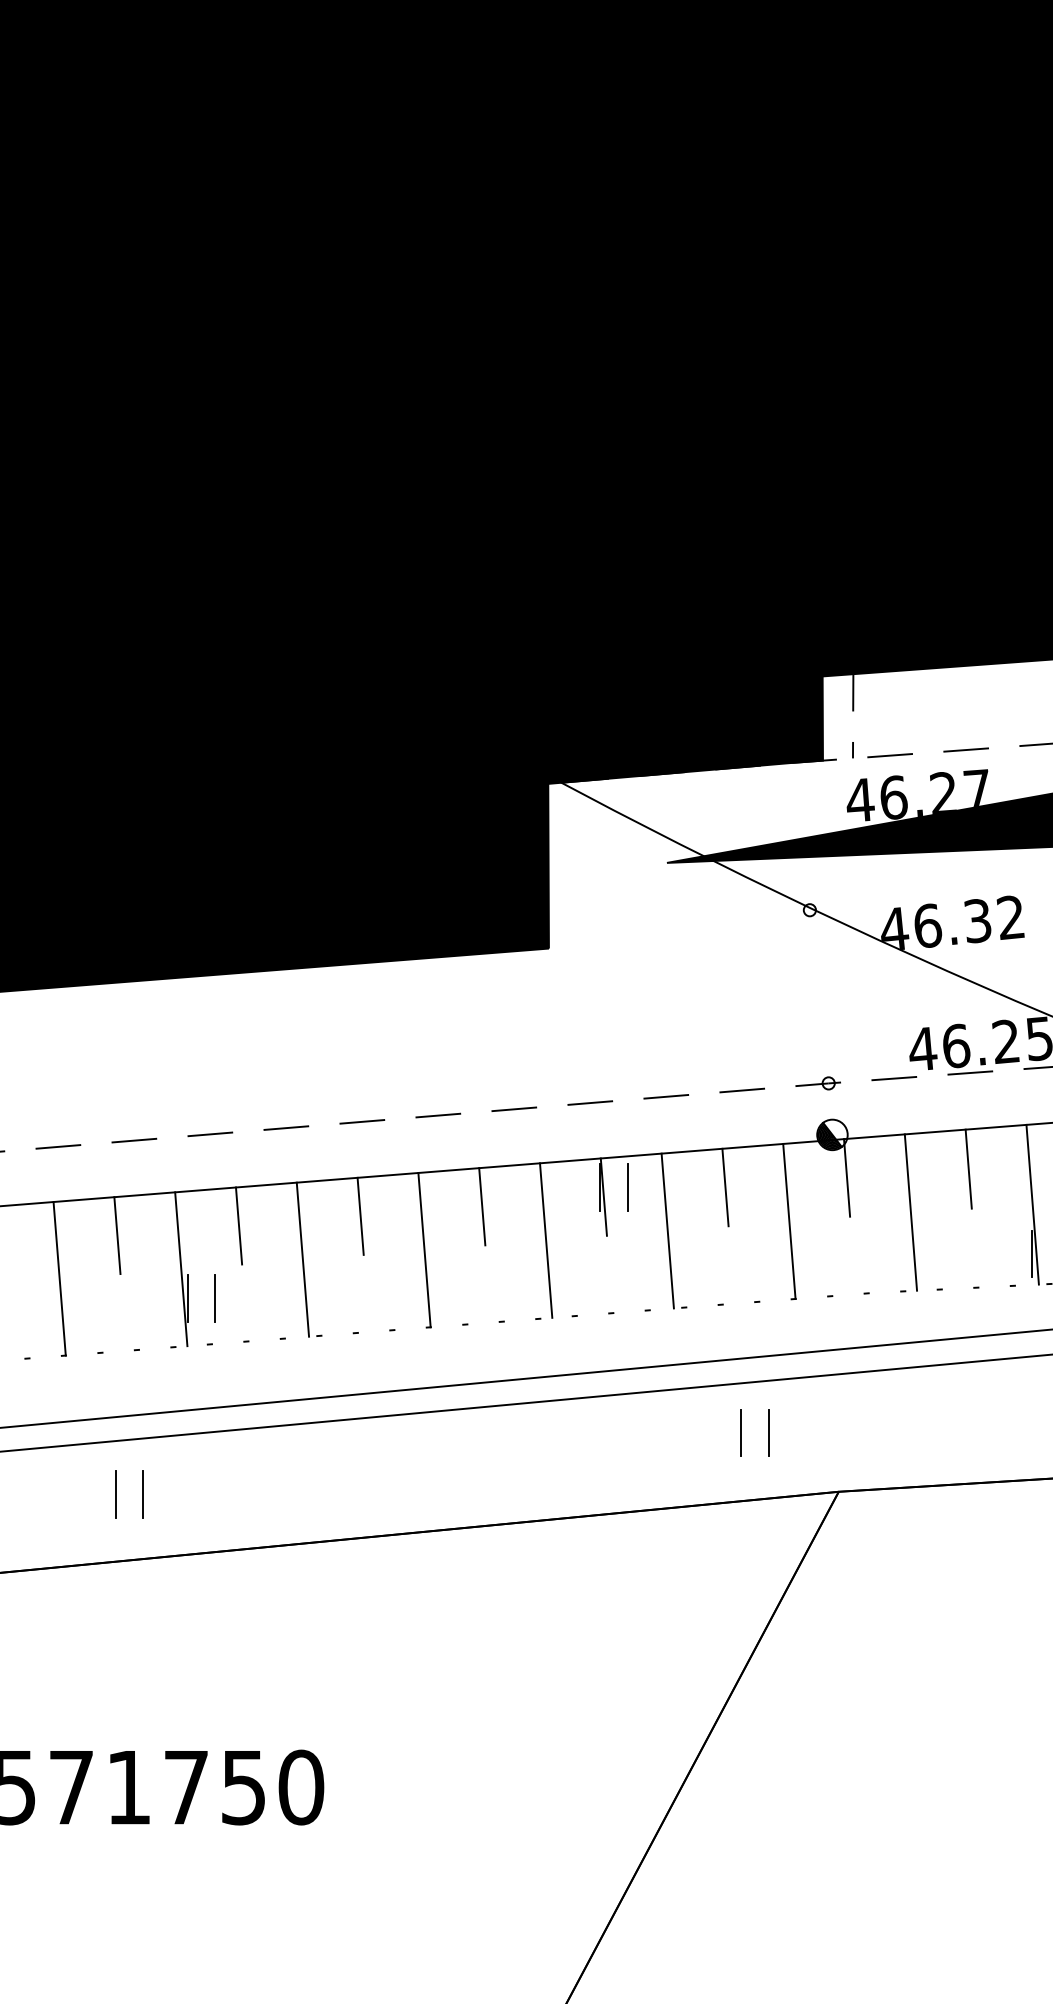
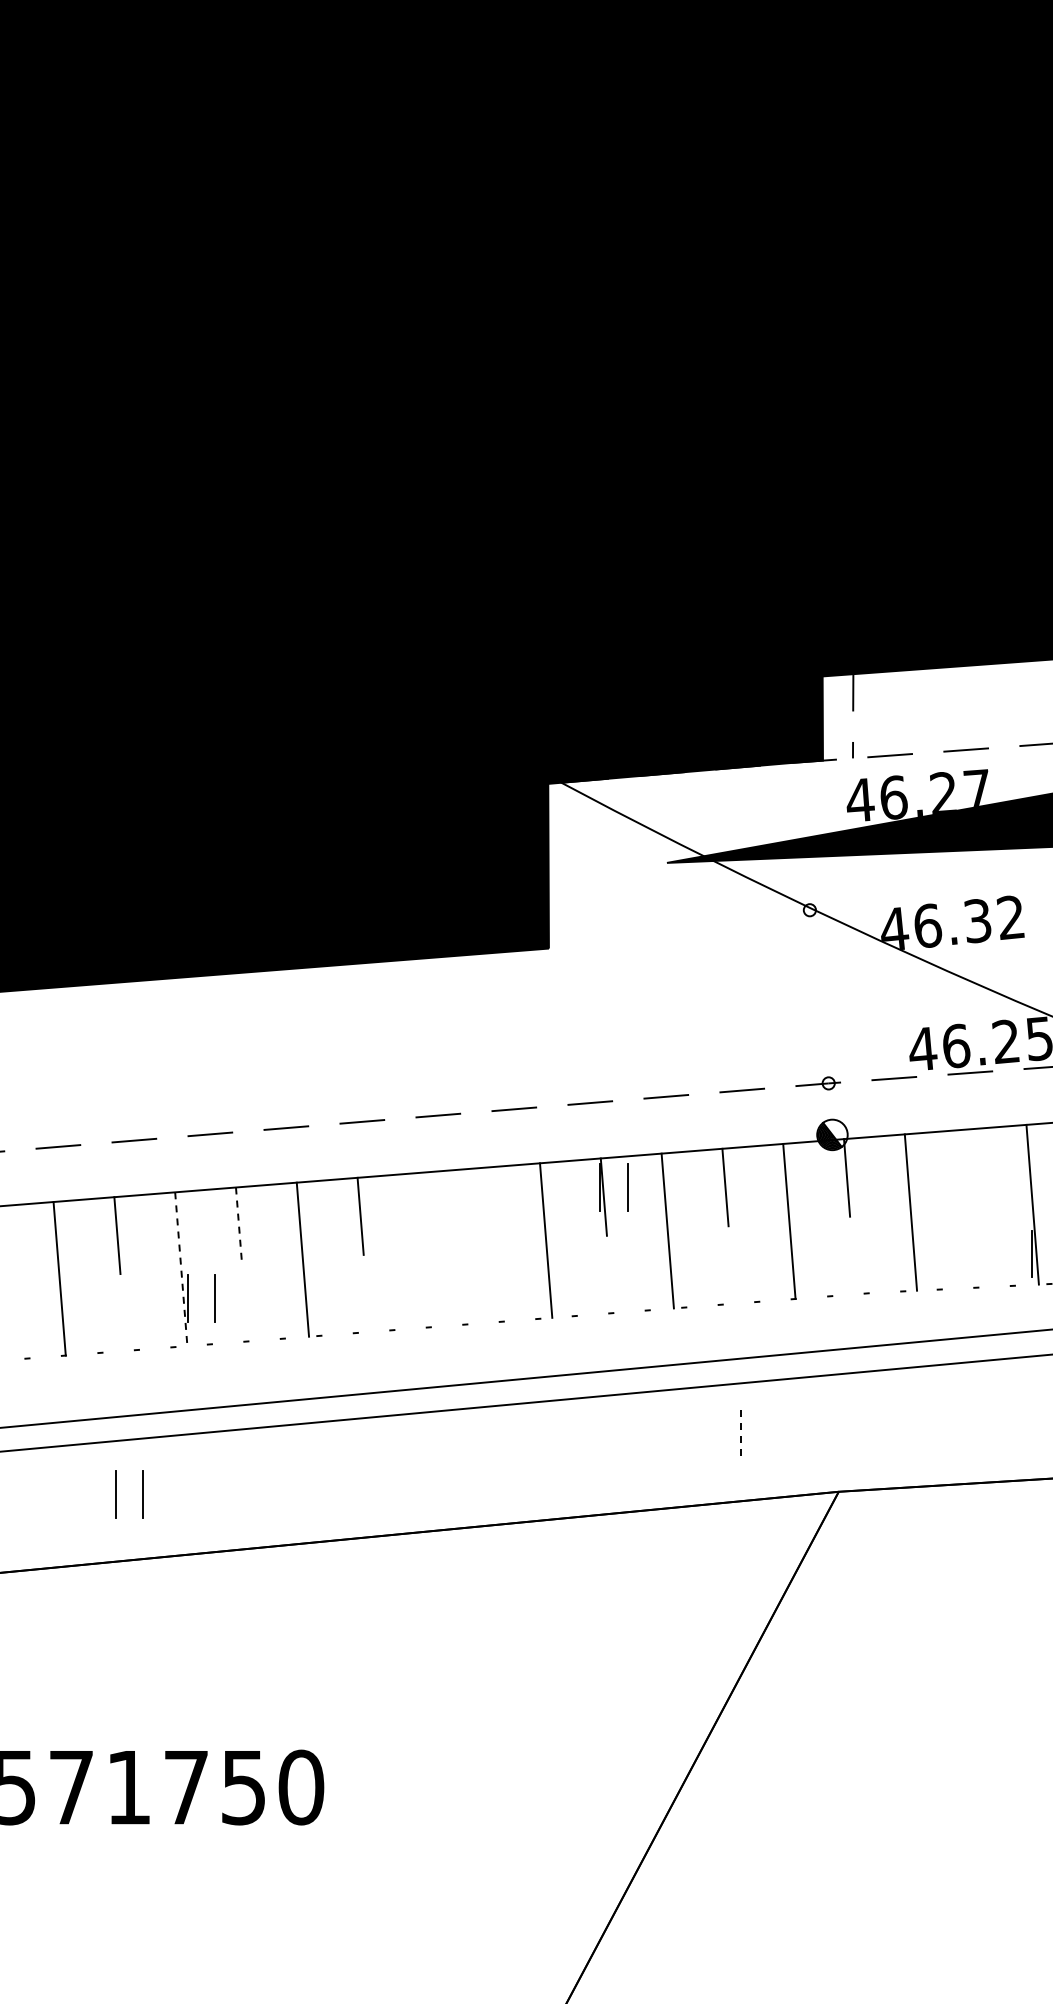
line at (968, 1168): present -> none
line at (482, 1206): present -> none
line at (239, 1225): solid -> dashed
line at (424, 1249): present -> none
line at (181, 1269): solid -> dashed
line at (768, 1432): present -> none
line at (741, 1433): solid -> dashed
